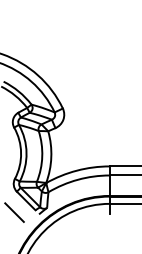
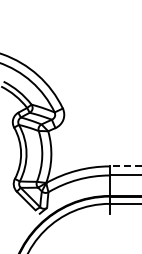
line at (125, 166): solid -> dashed
line at (14, 212): present -> none
